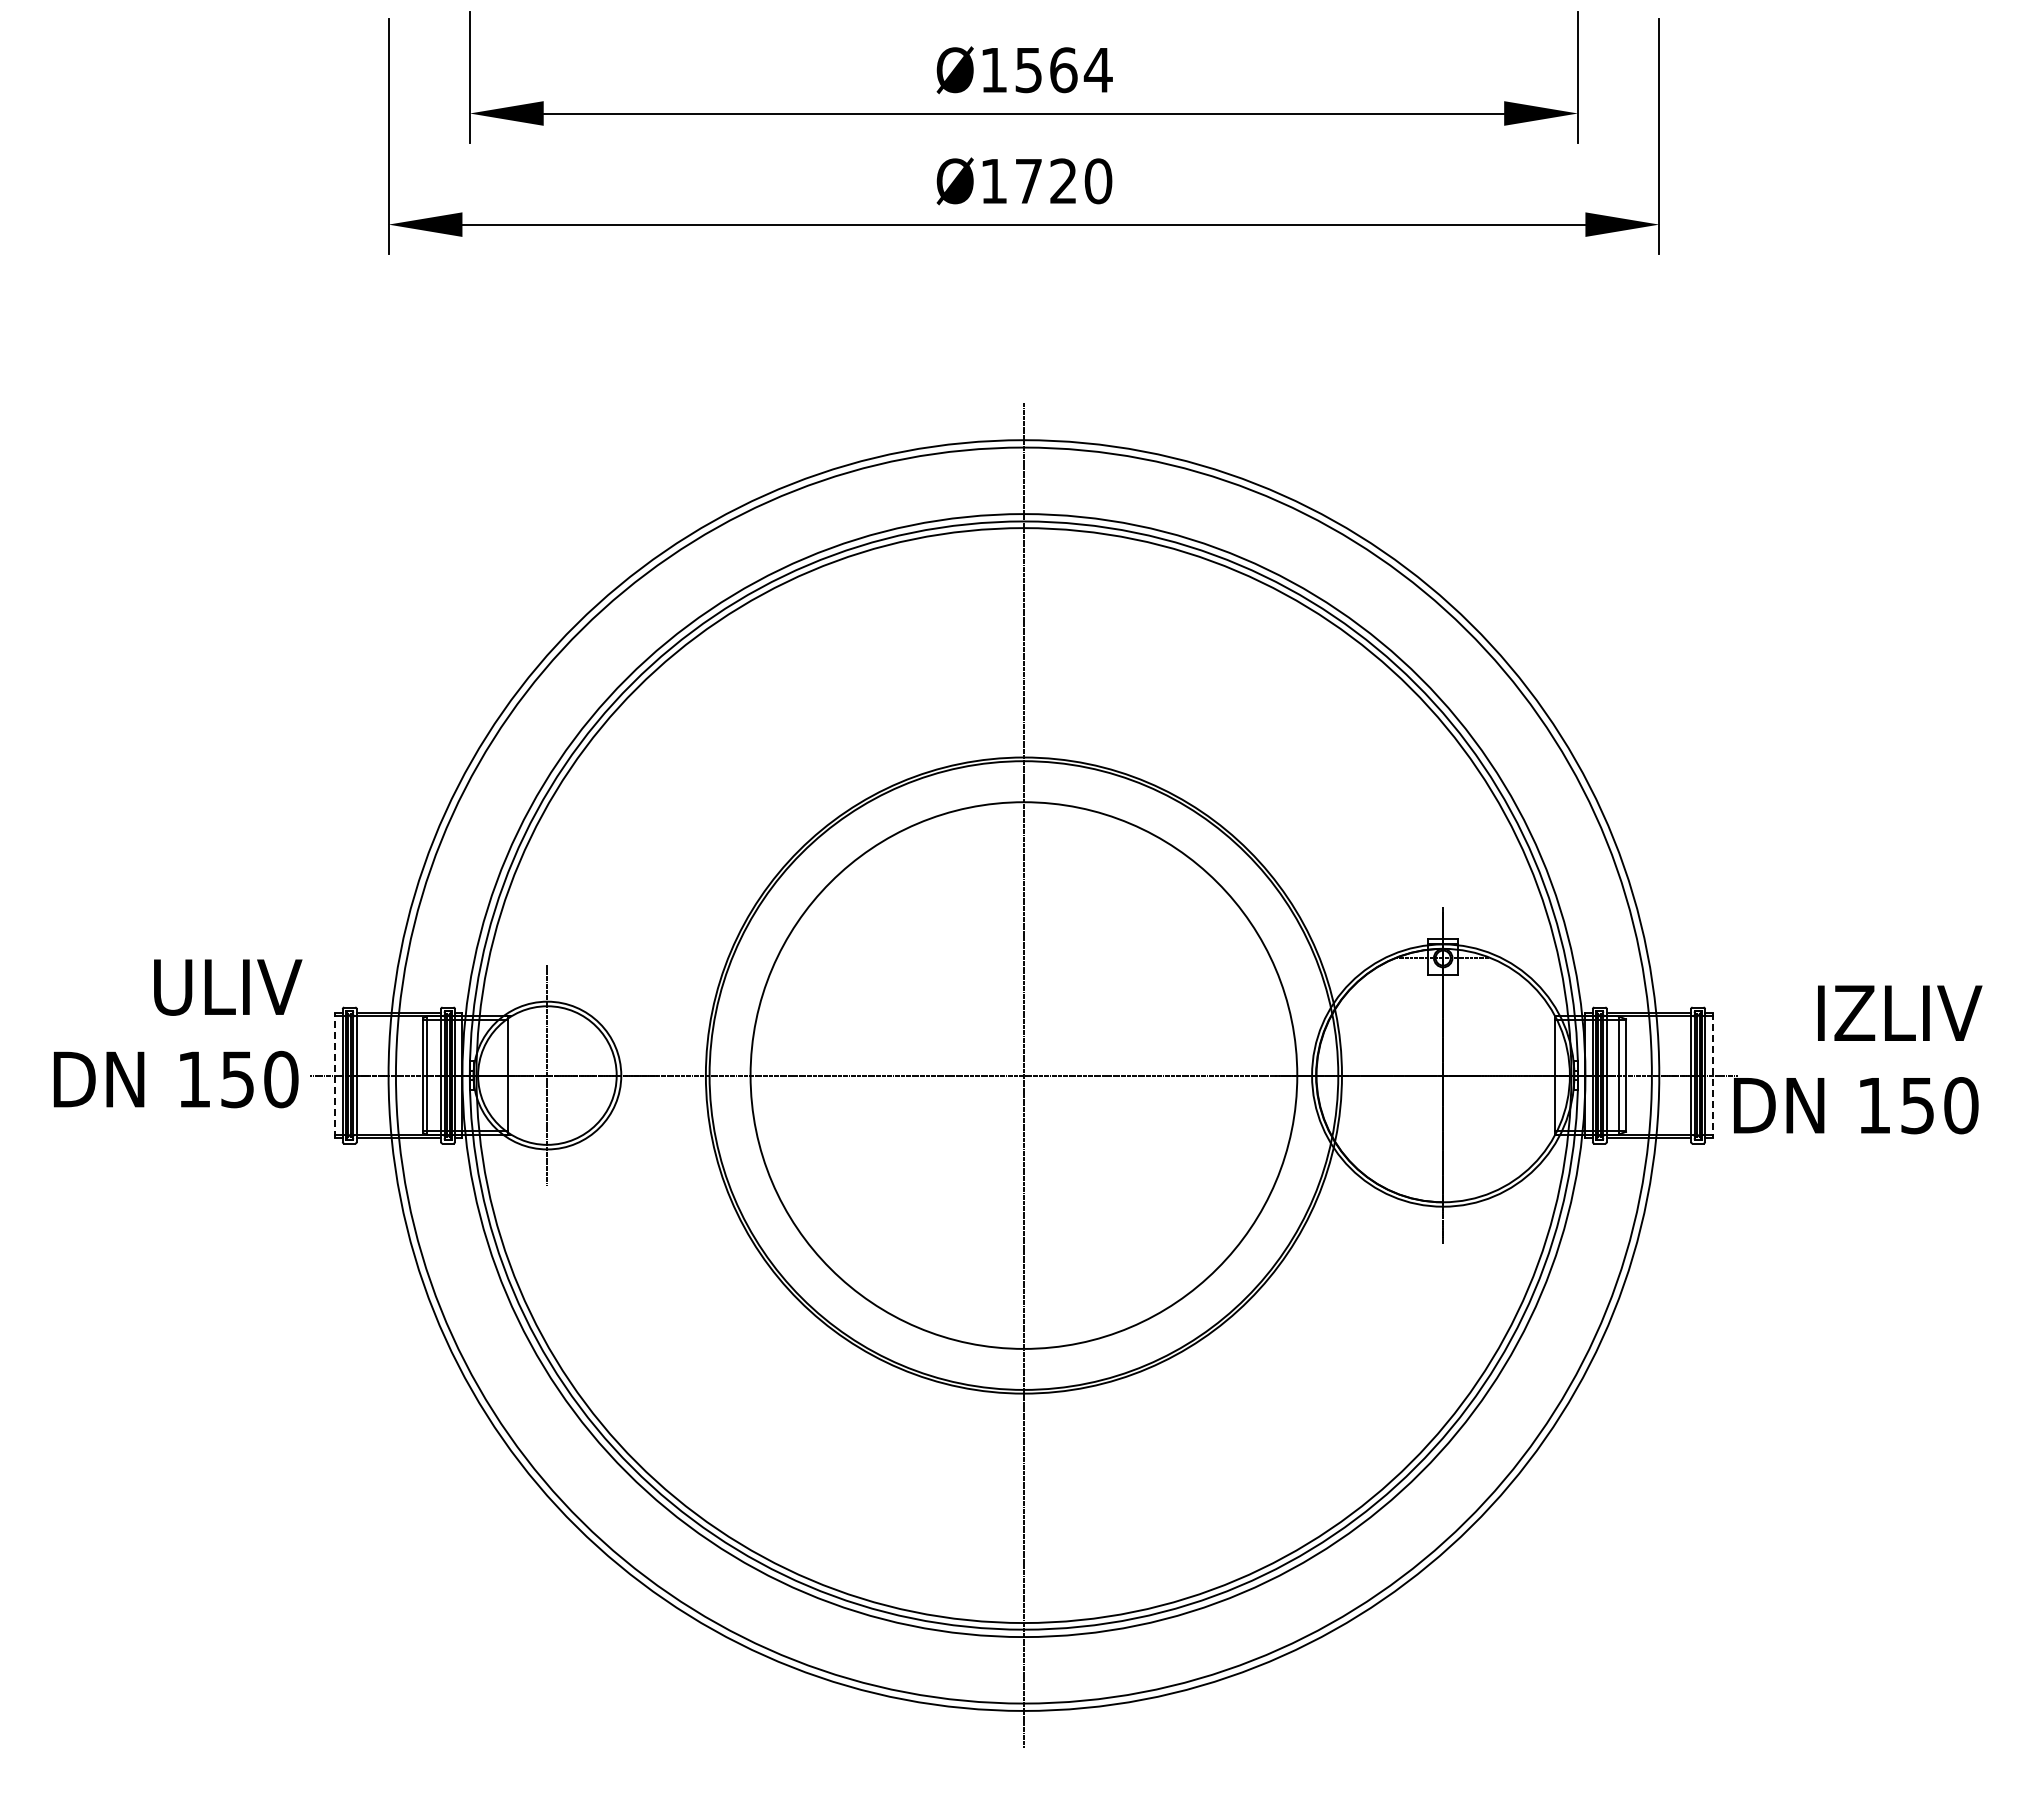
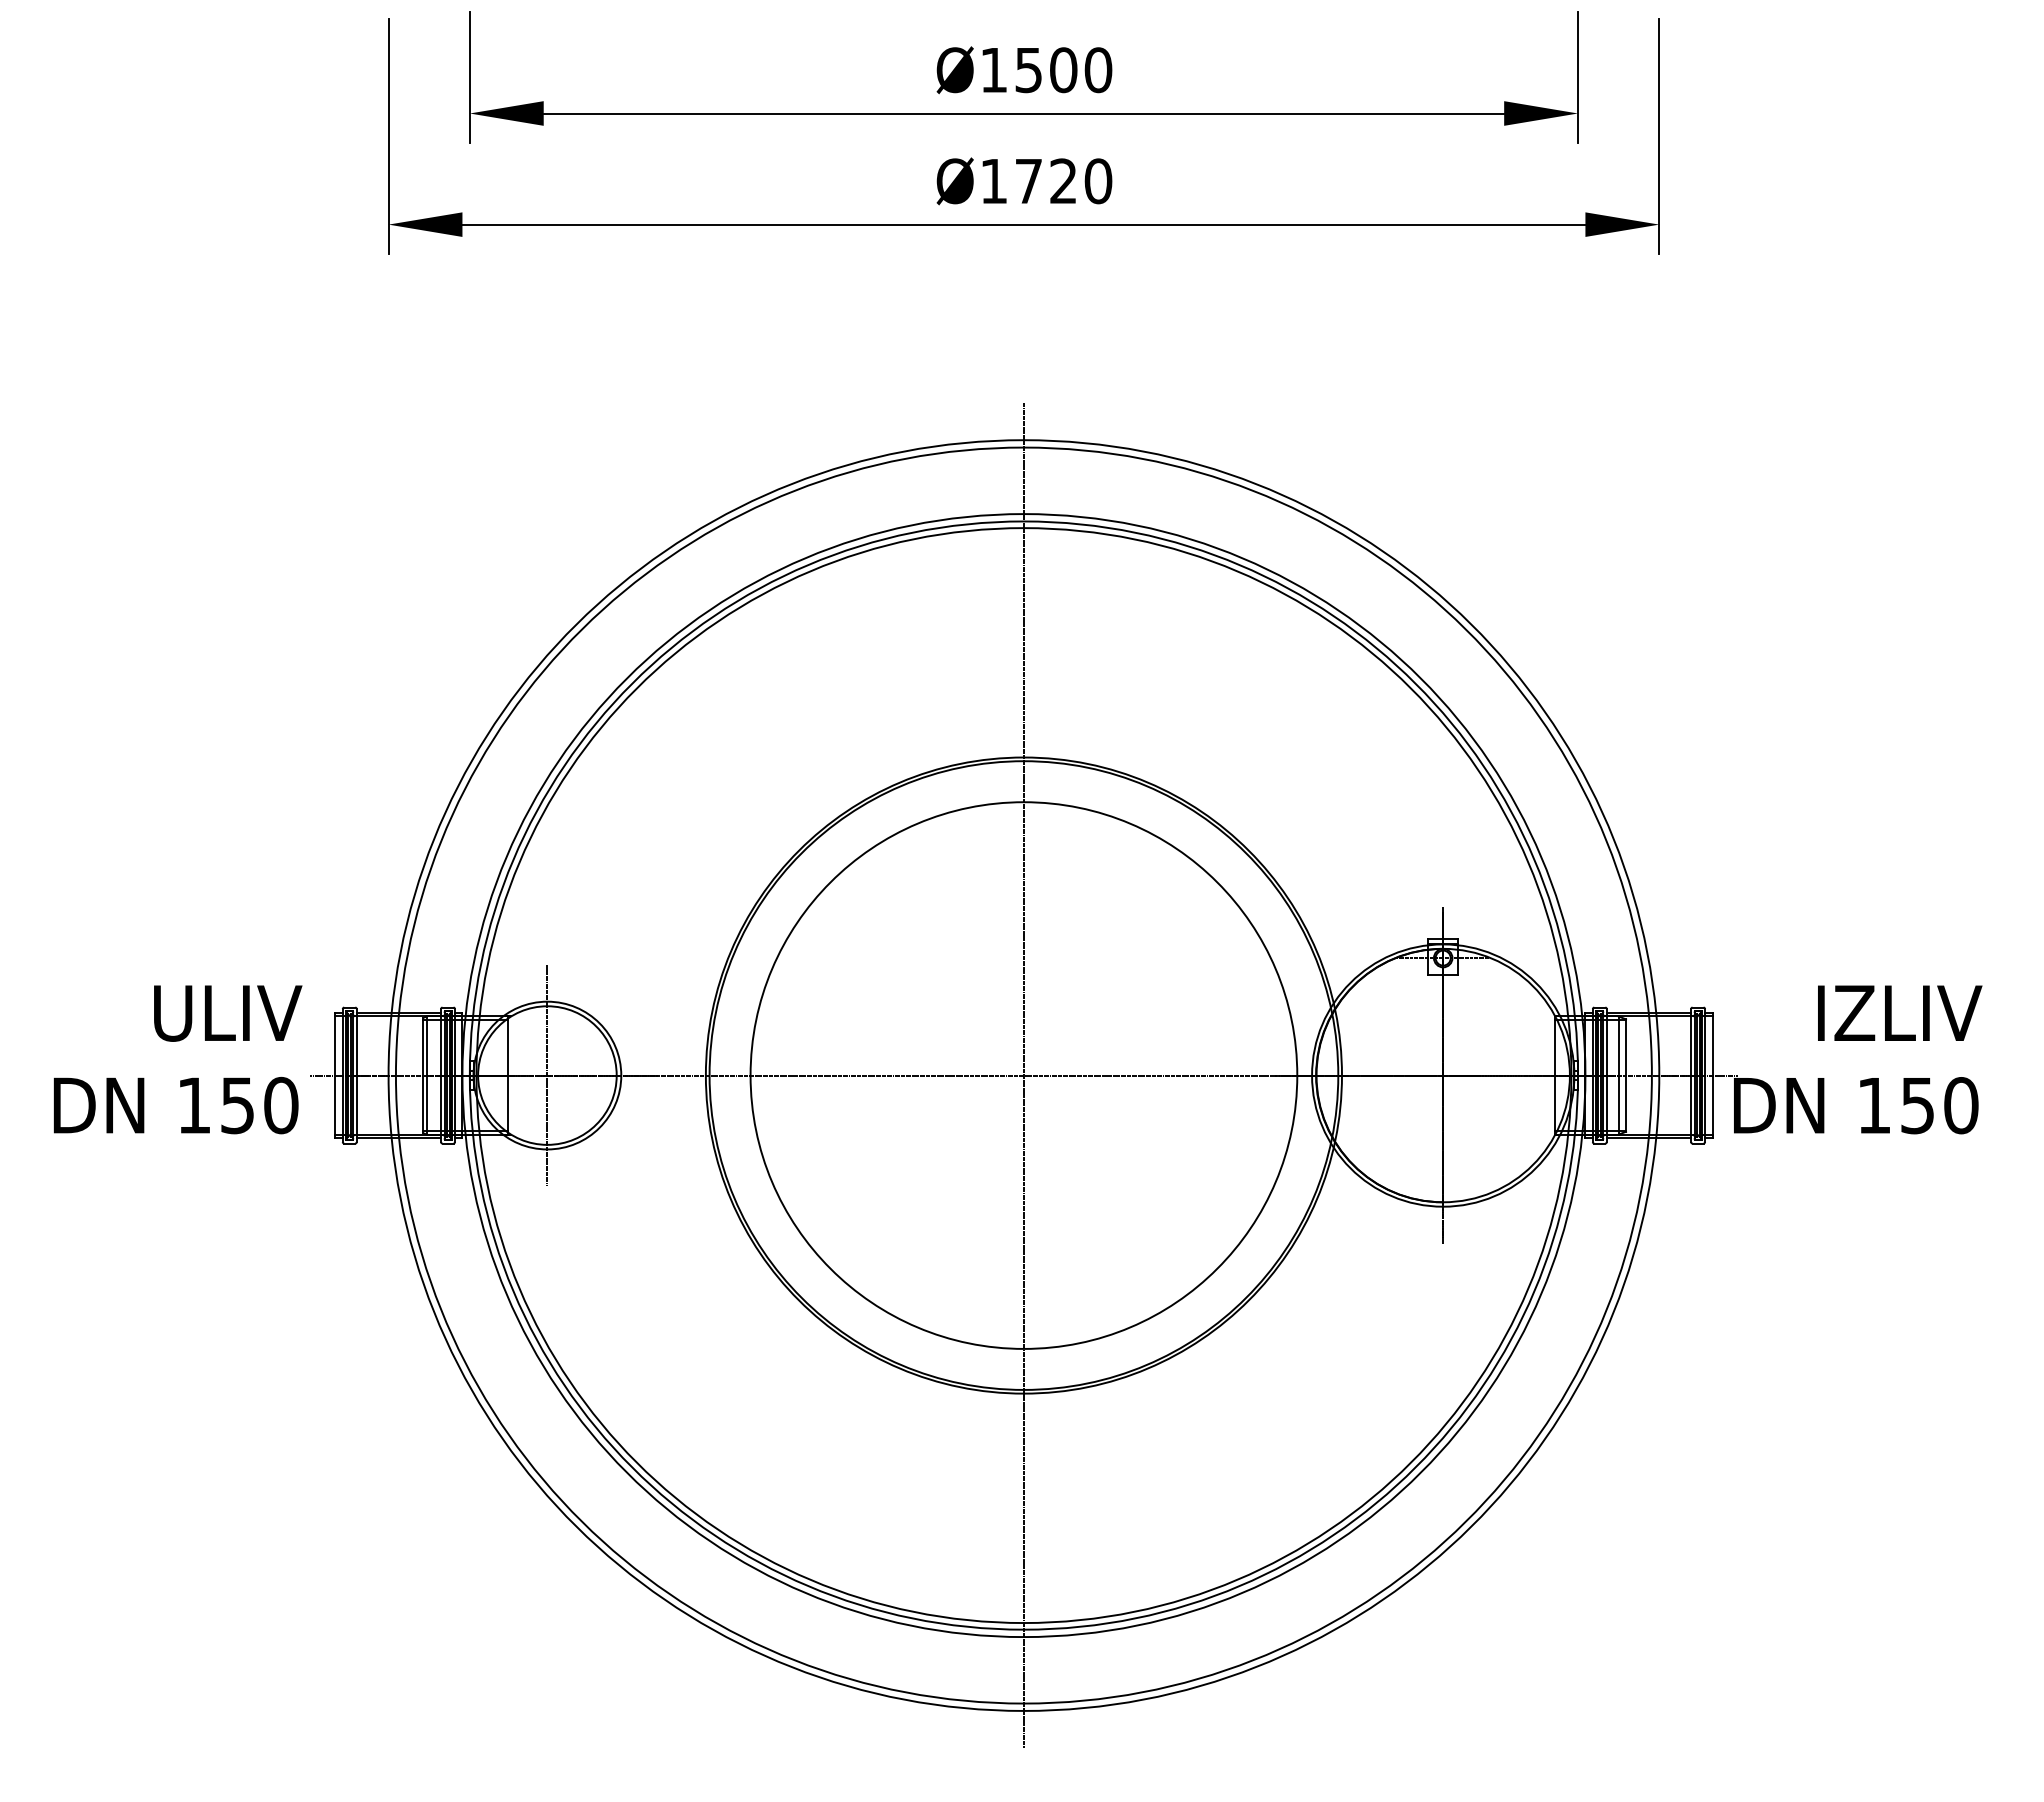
text at (1081, 70): Ø1564 -> Ø1500
text at (177, 1033) position: (177, 1033) -> (177, 1059)
line at (335, 1075): dashed -> solid
line at (1712, 1075): dashed -> solid
